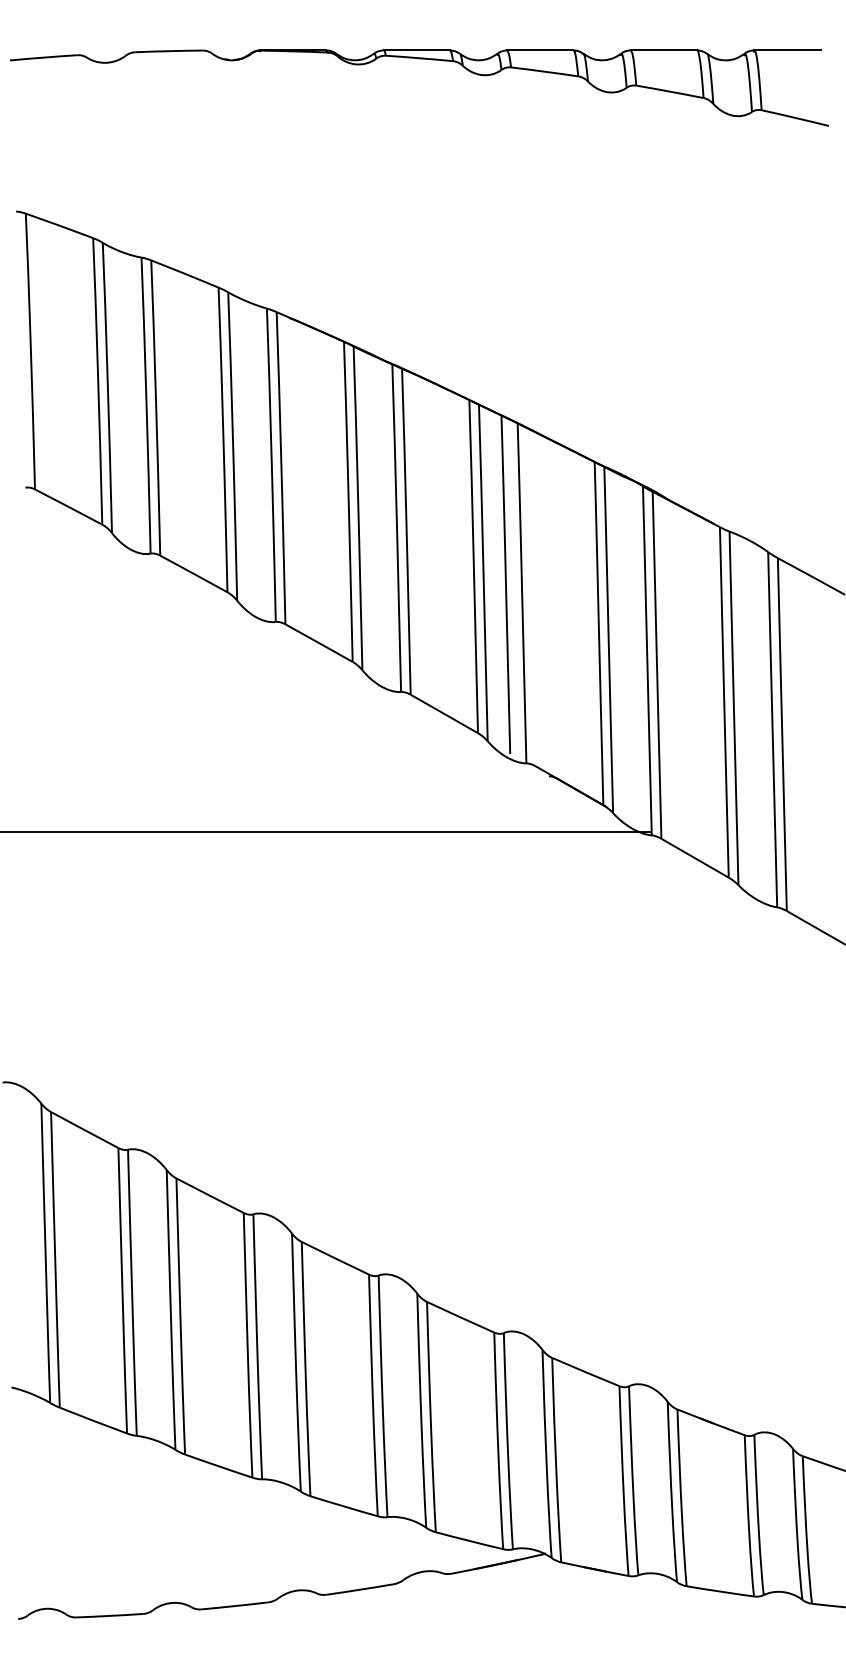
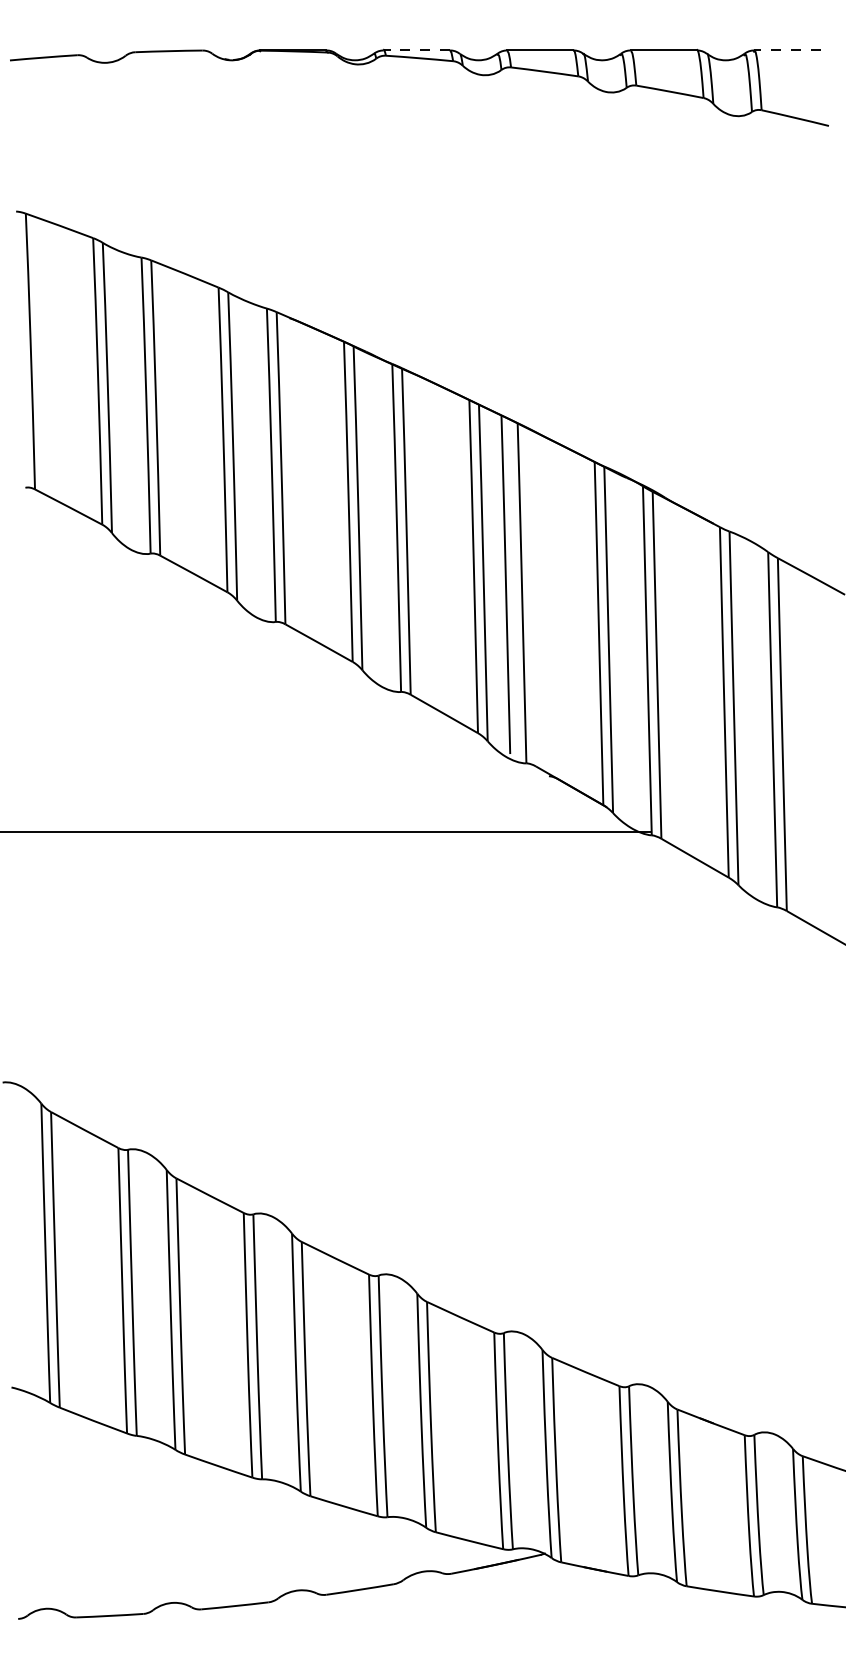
line at (416, 50): solid -> dashed
line at (786, 50): solid -> dashed
